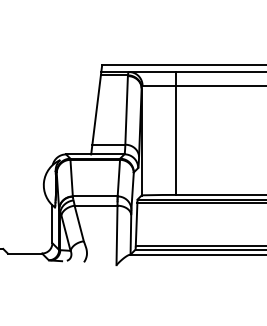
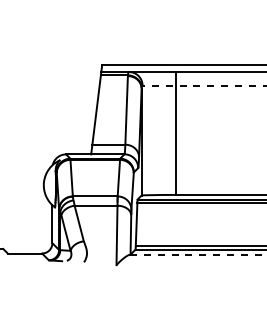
line at (204, 85): solid -> dashed
line at (198, 254): solid -> dashed
